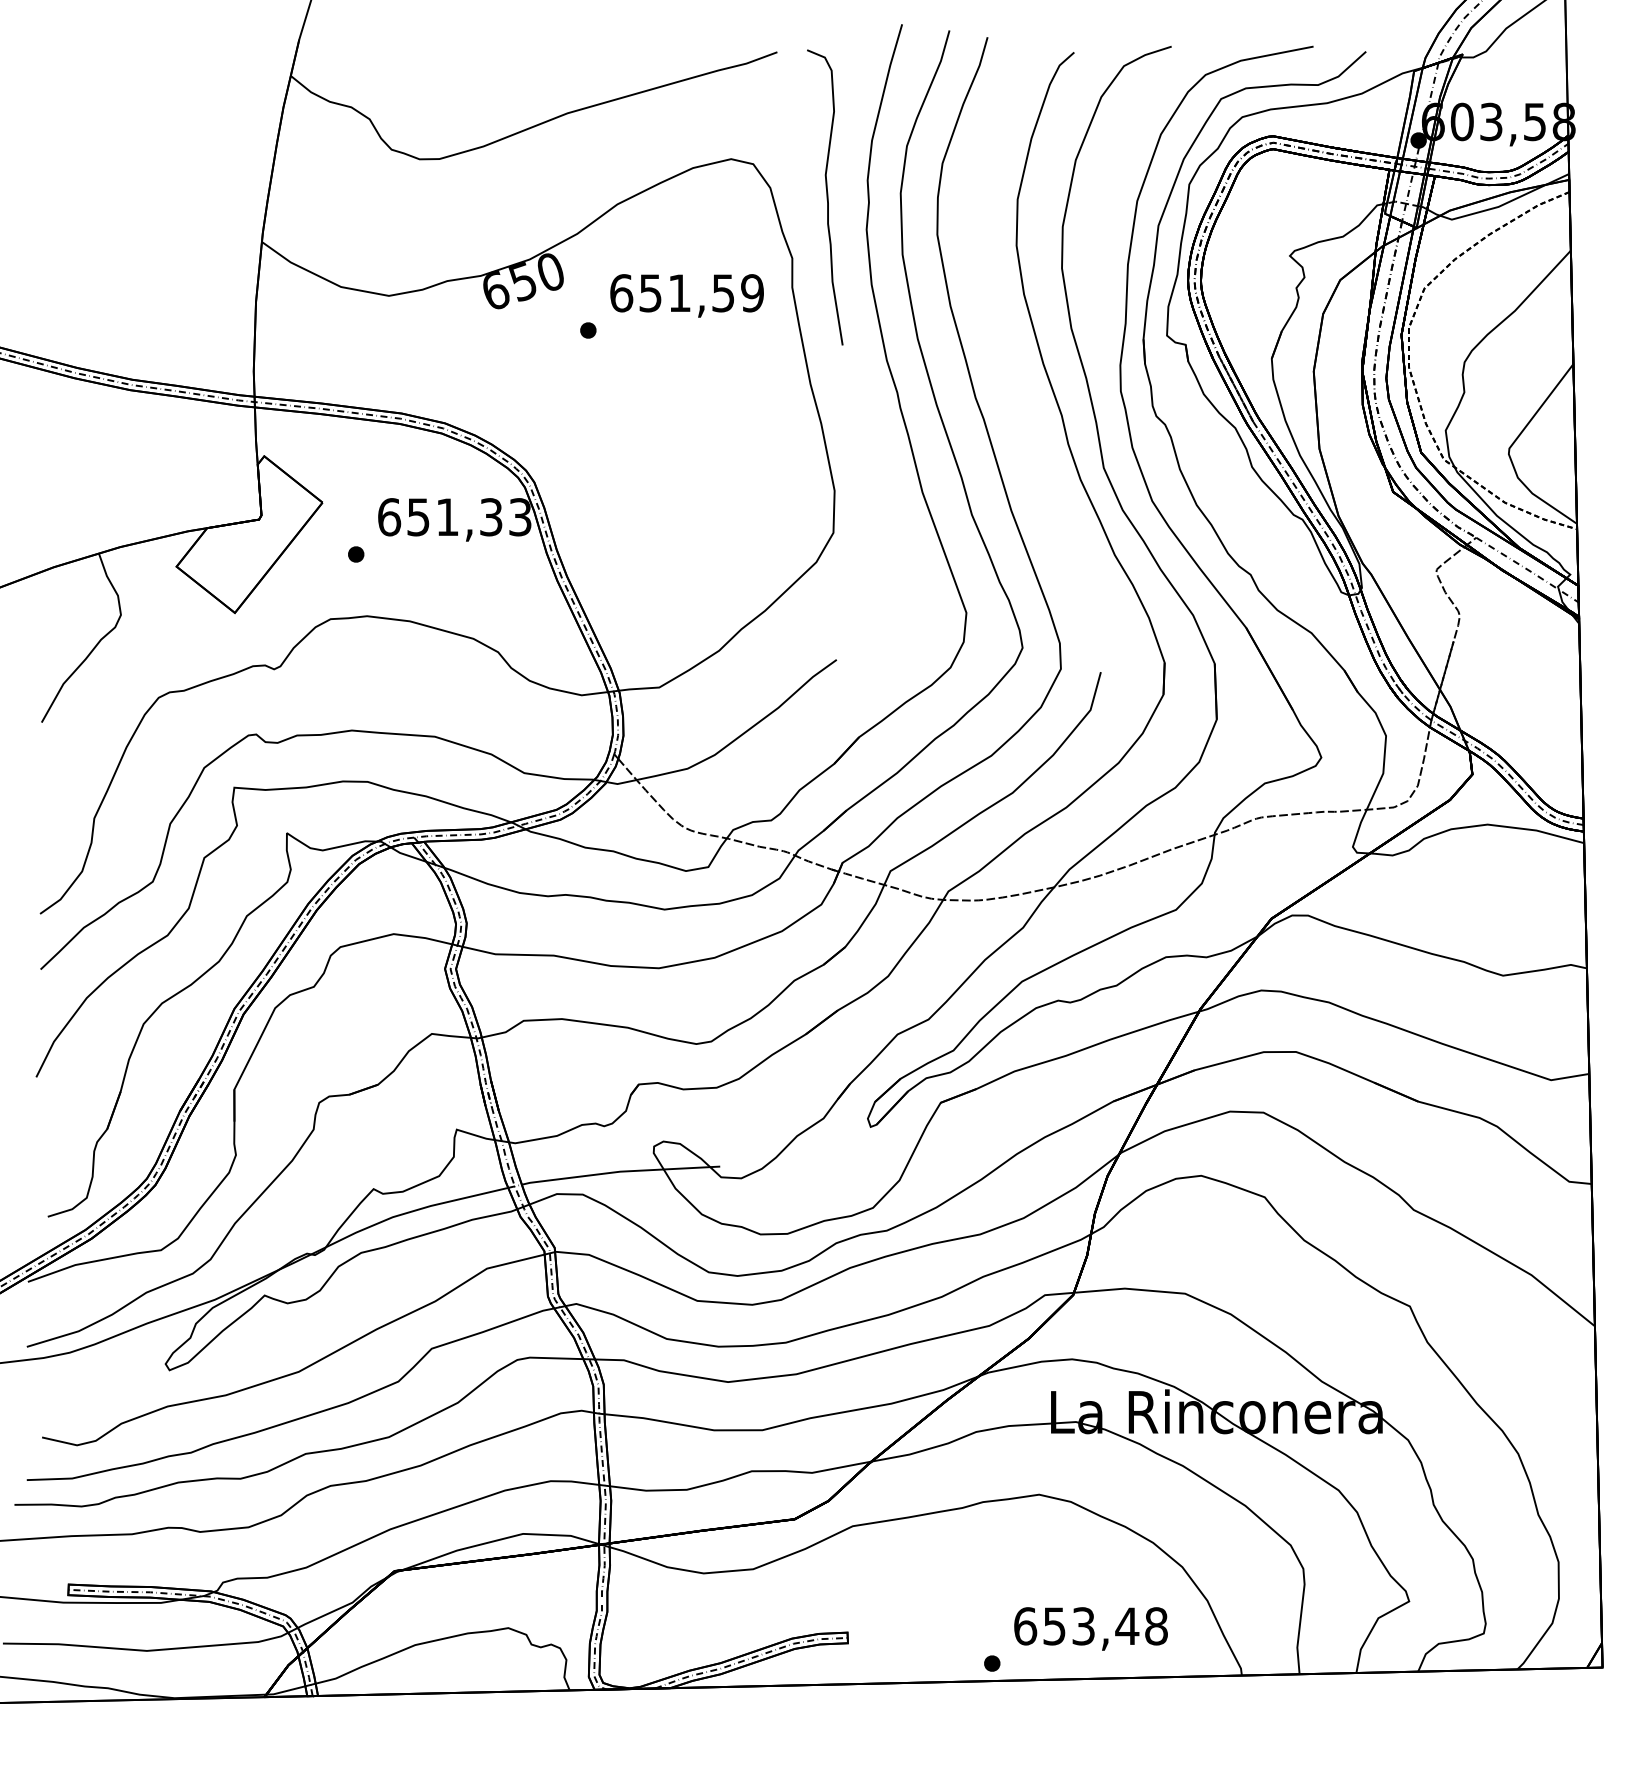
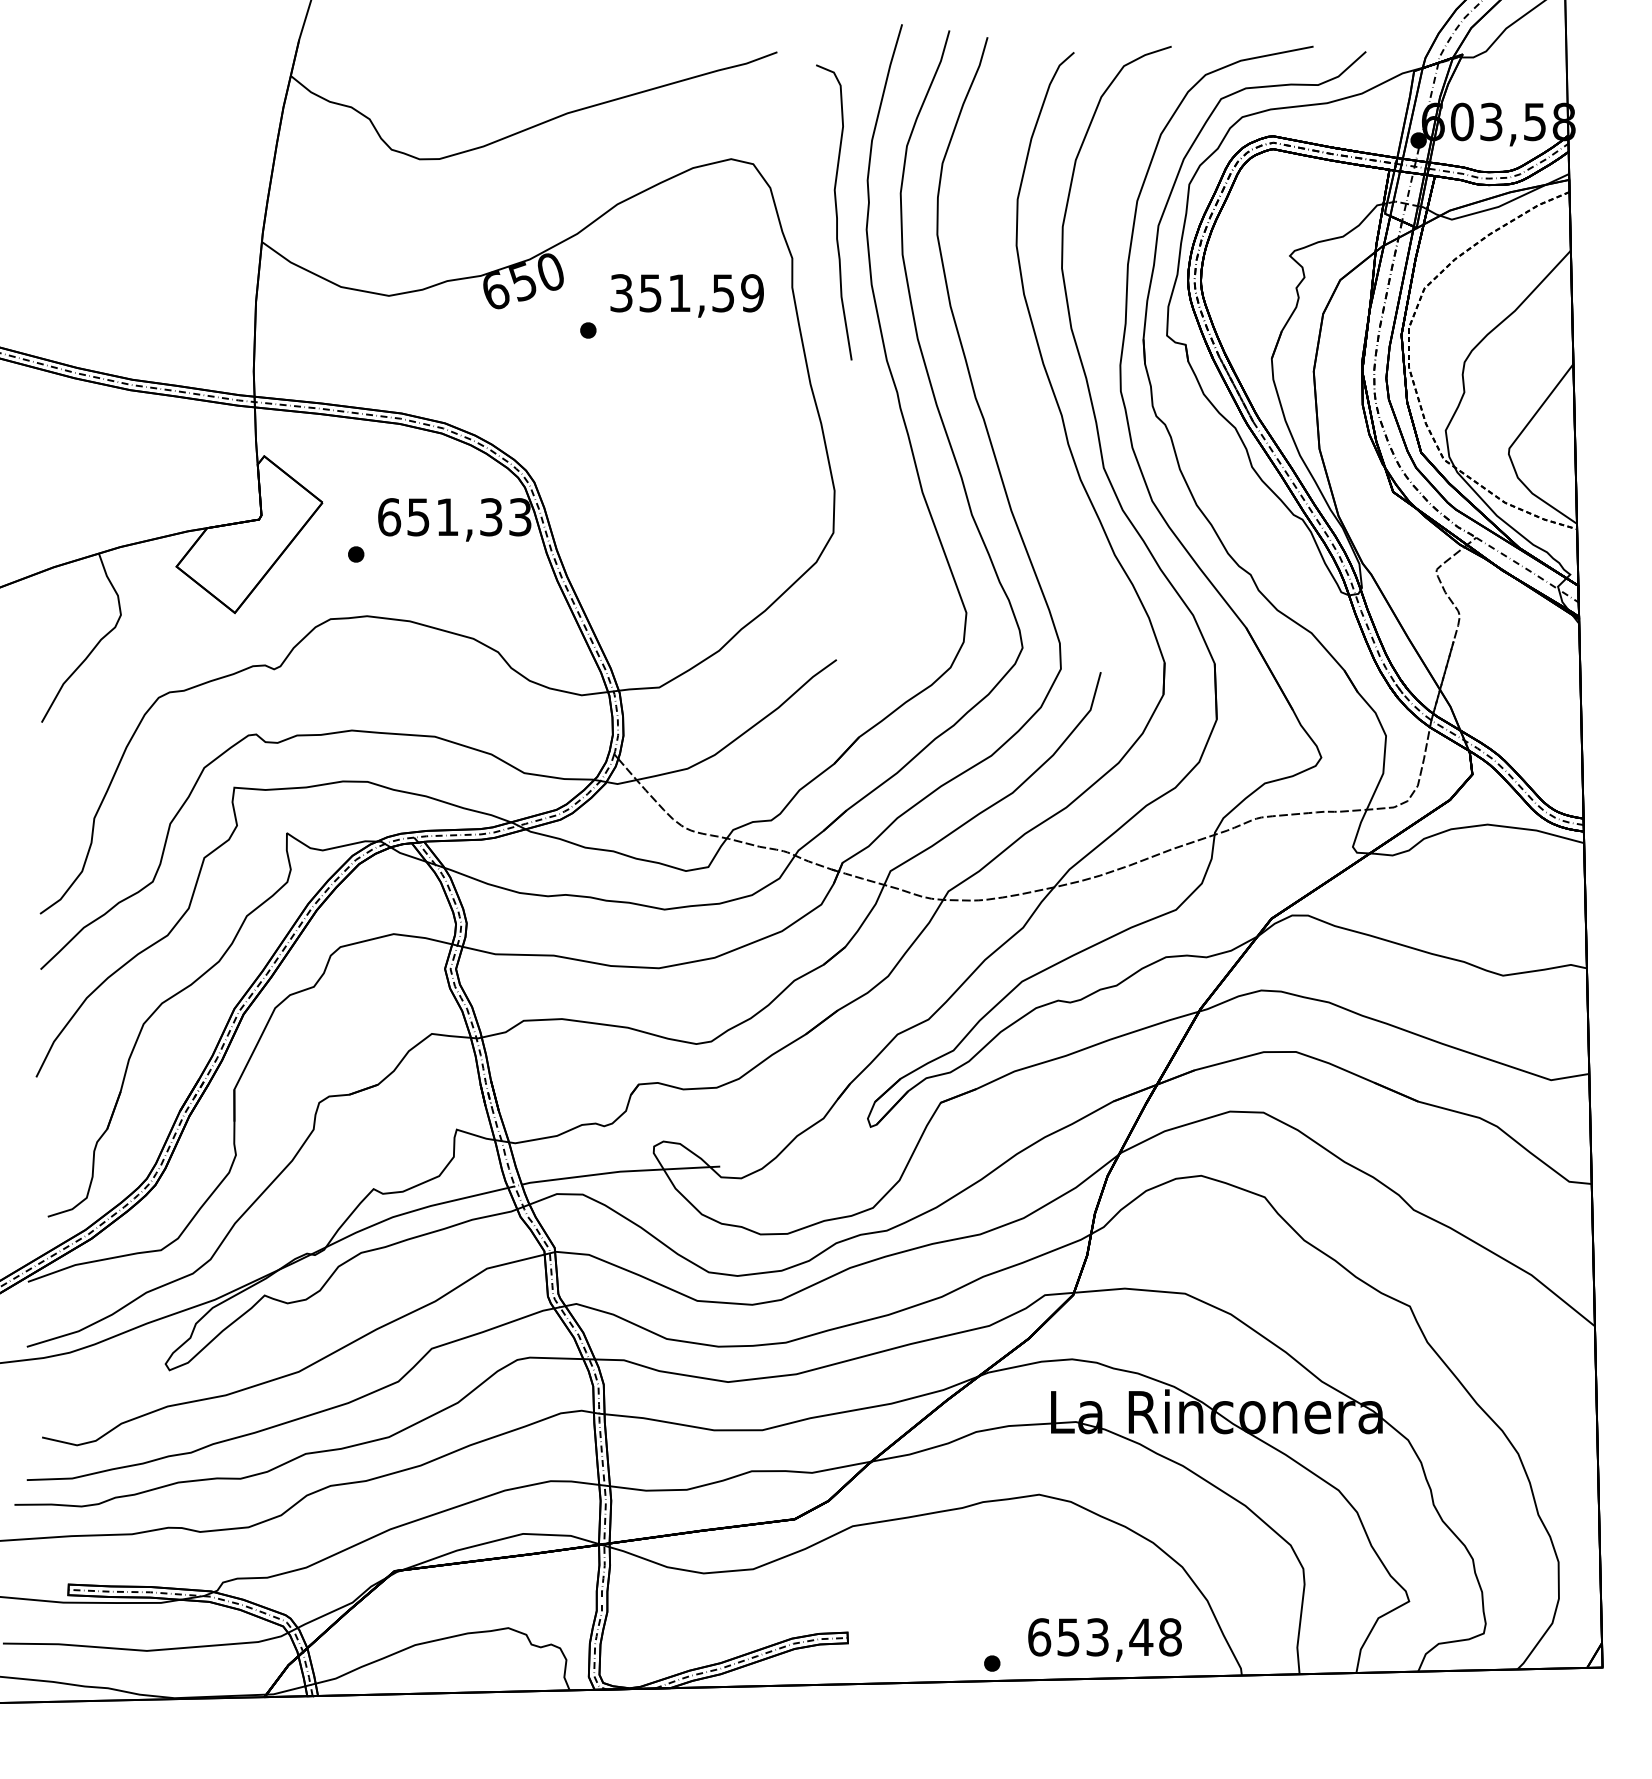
curve at (826, 197) position: (826, 197) -> (835, 212)
text at (621, 293): 651,59 -> 351,59
text at (1090, 1628) position: (1090, 1628) -> (1104, 1639)
